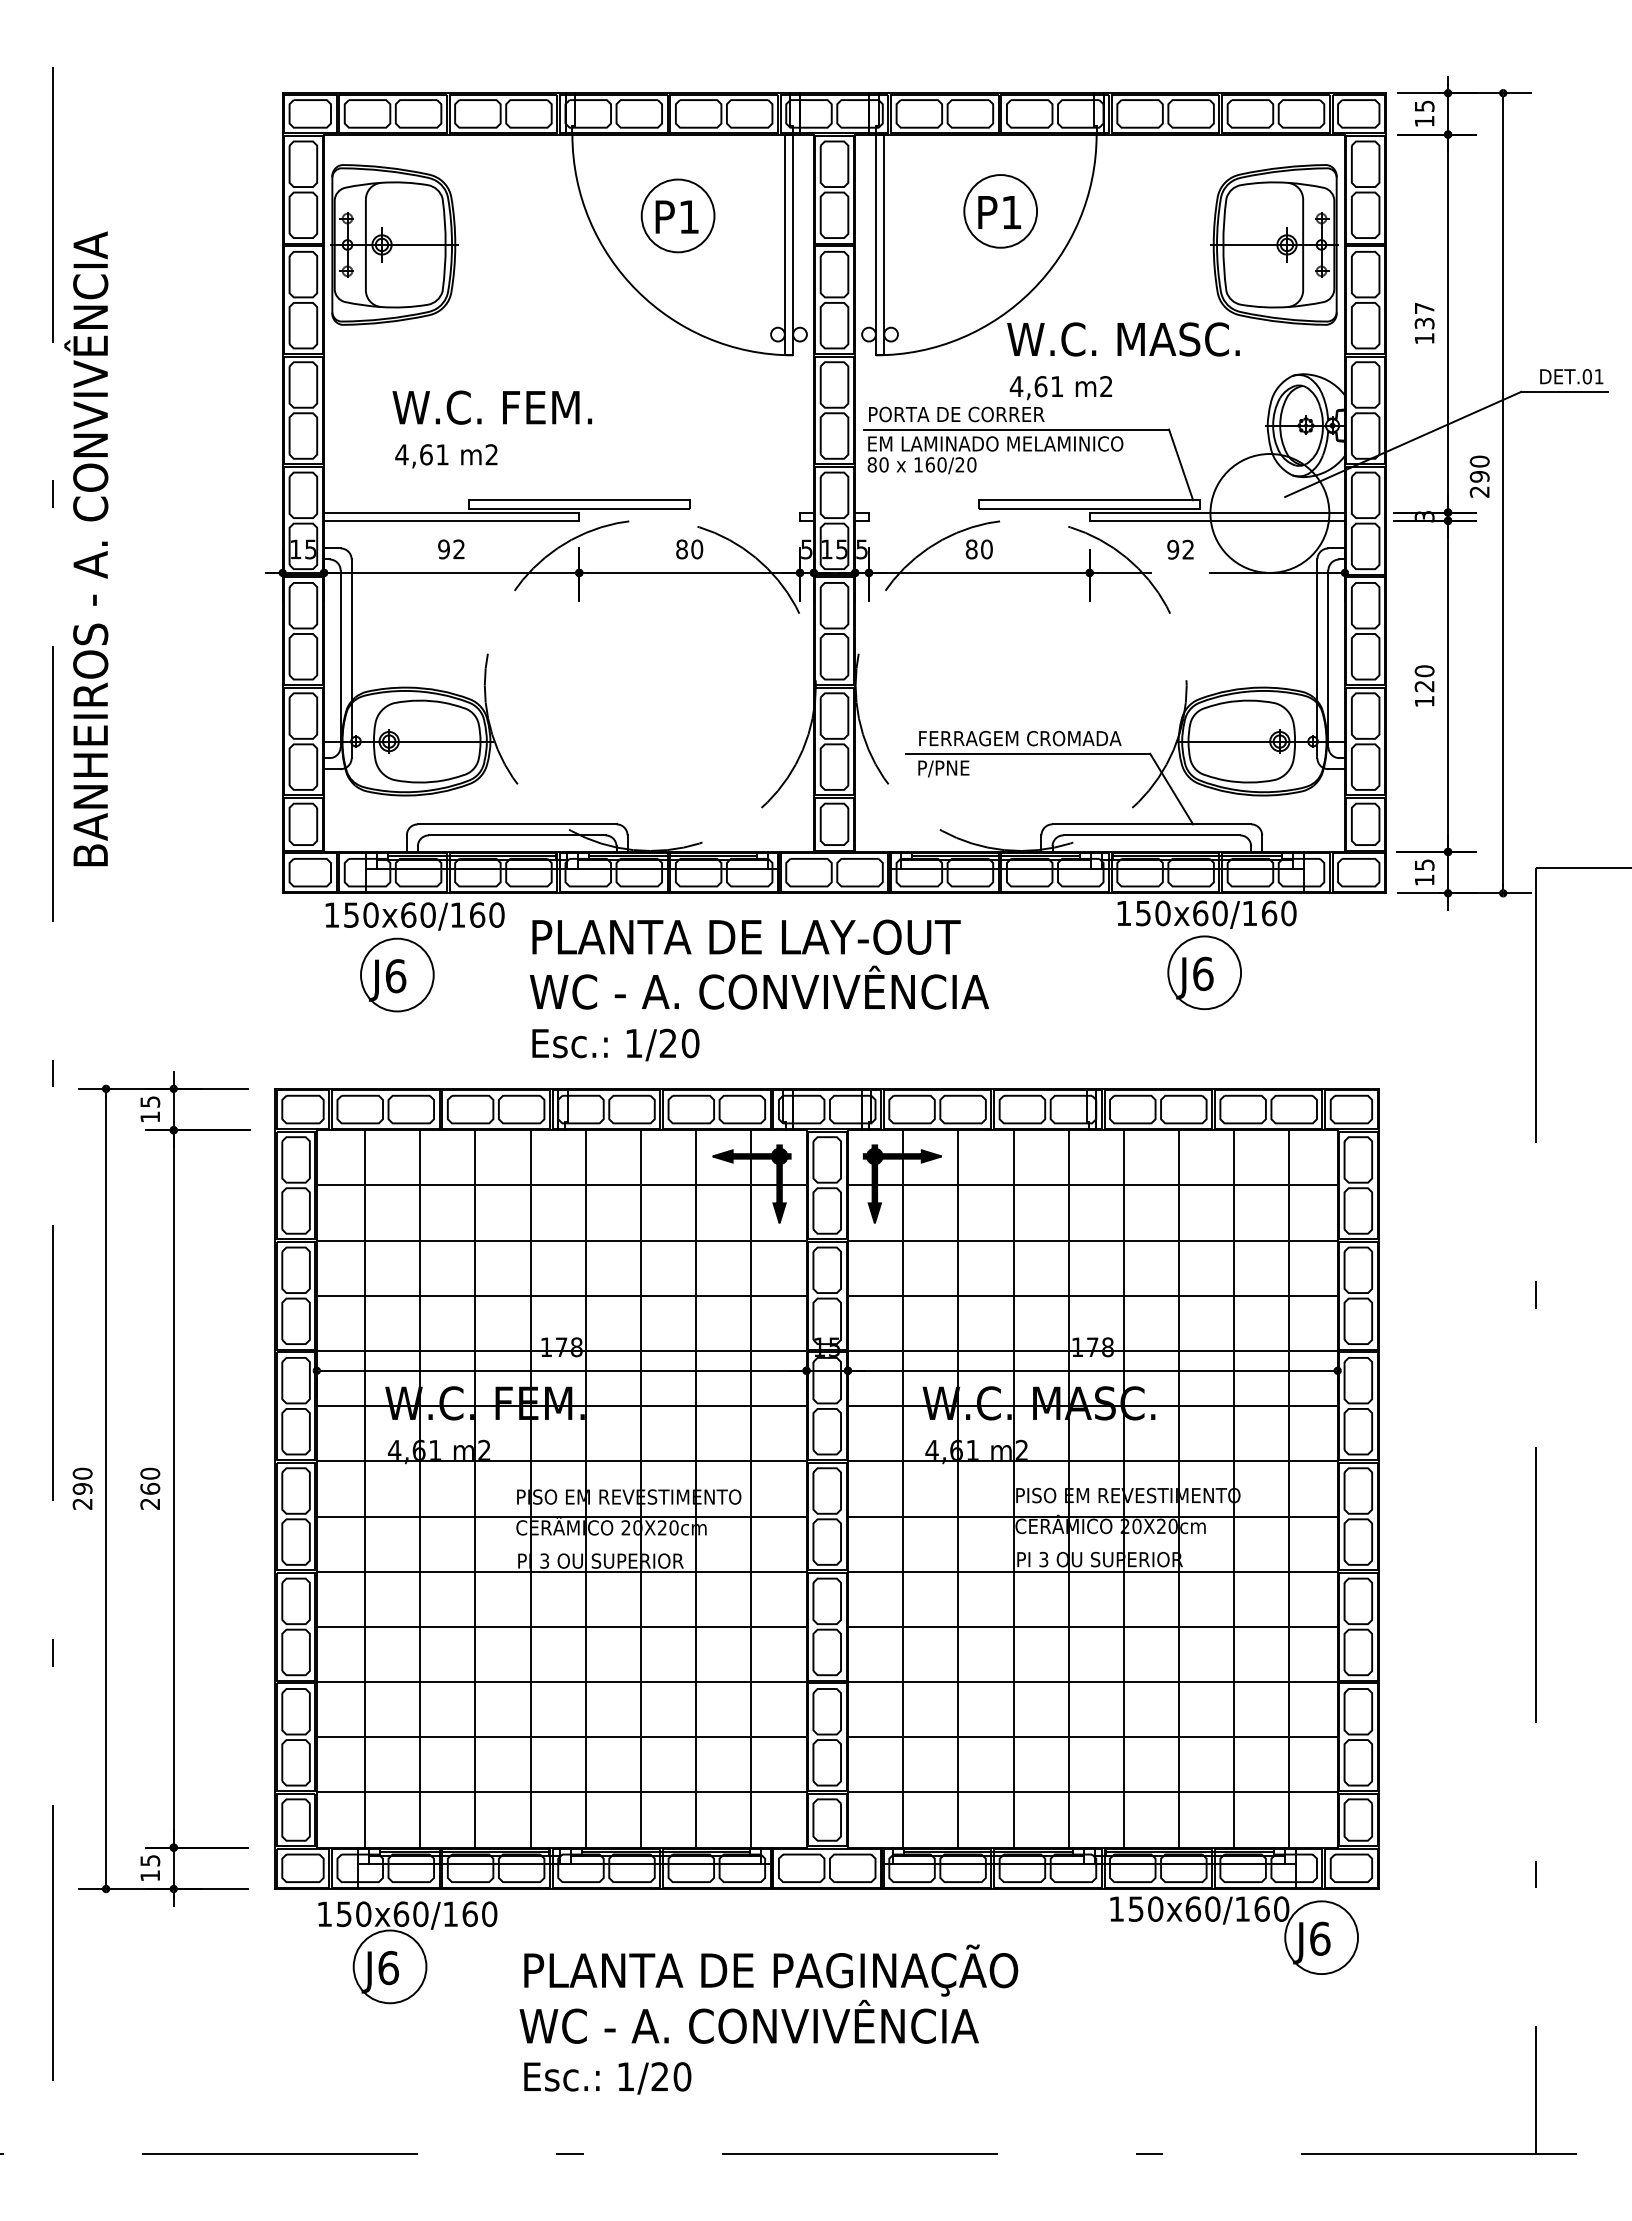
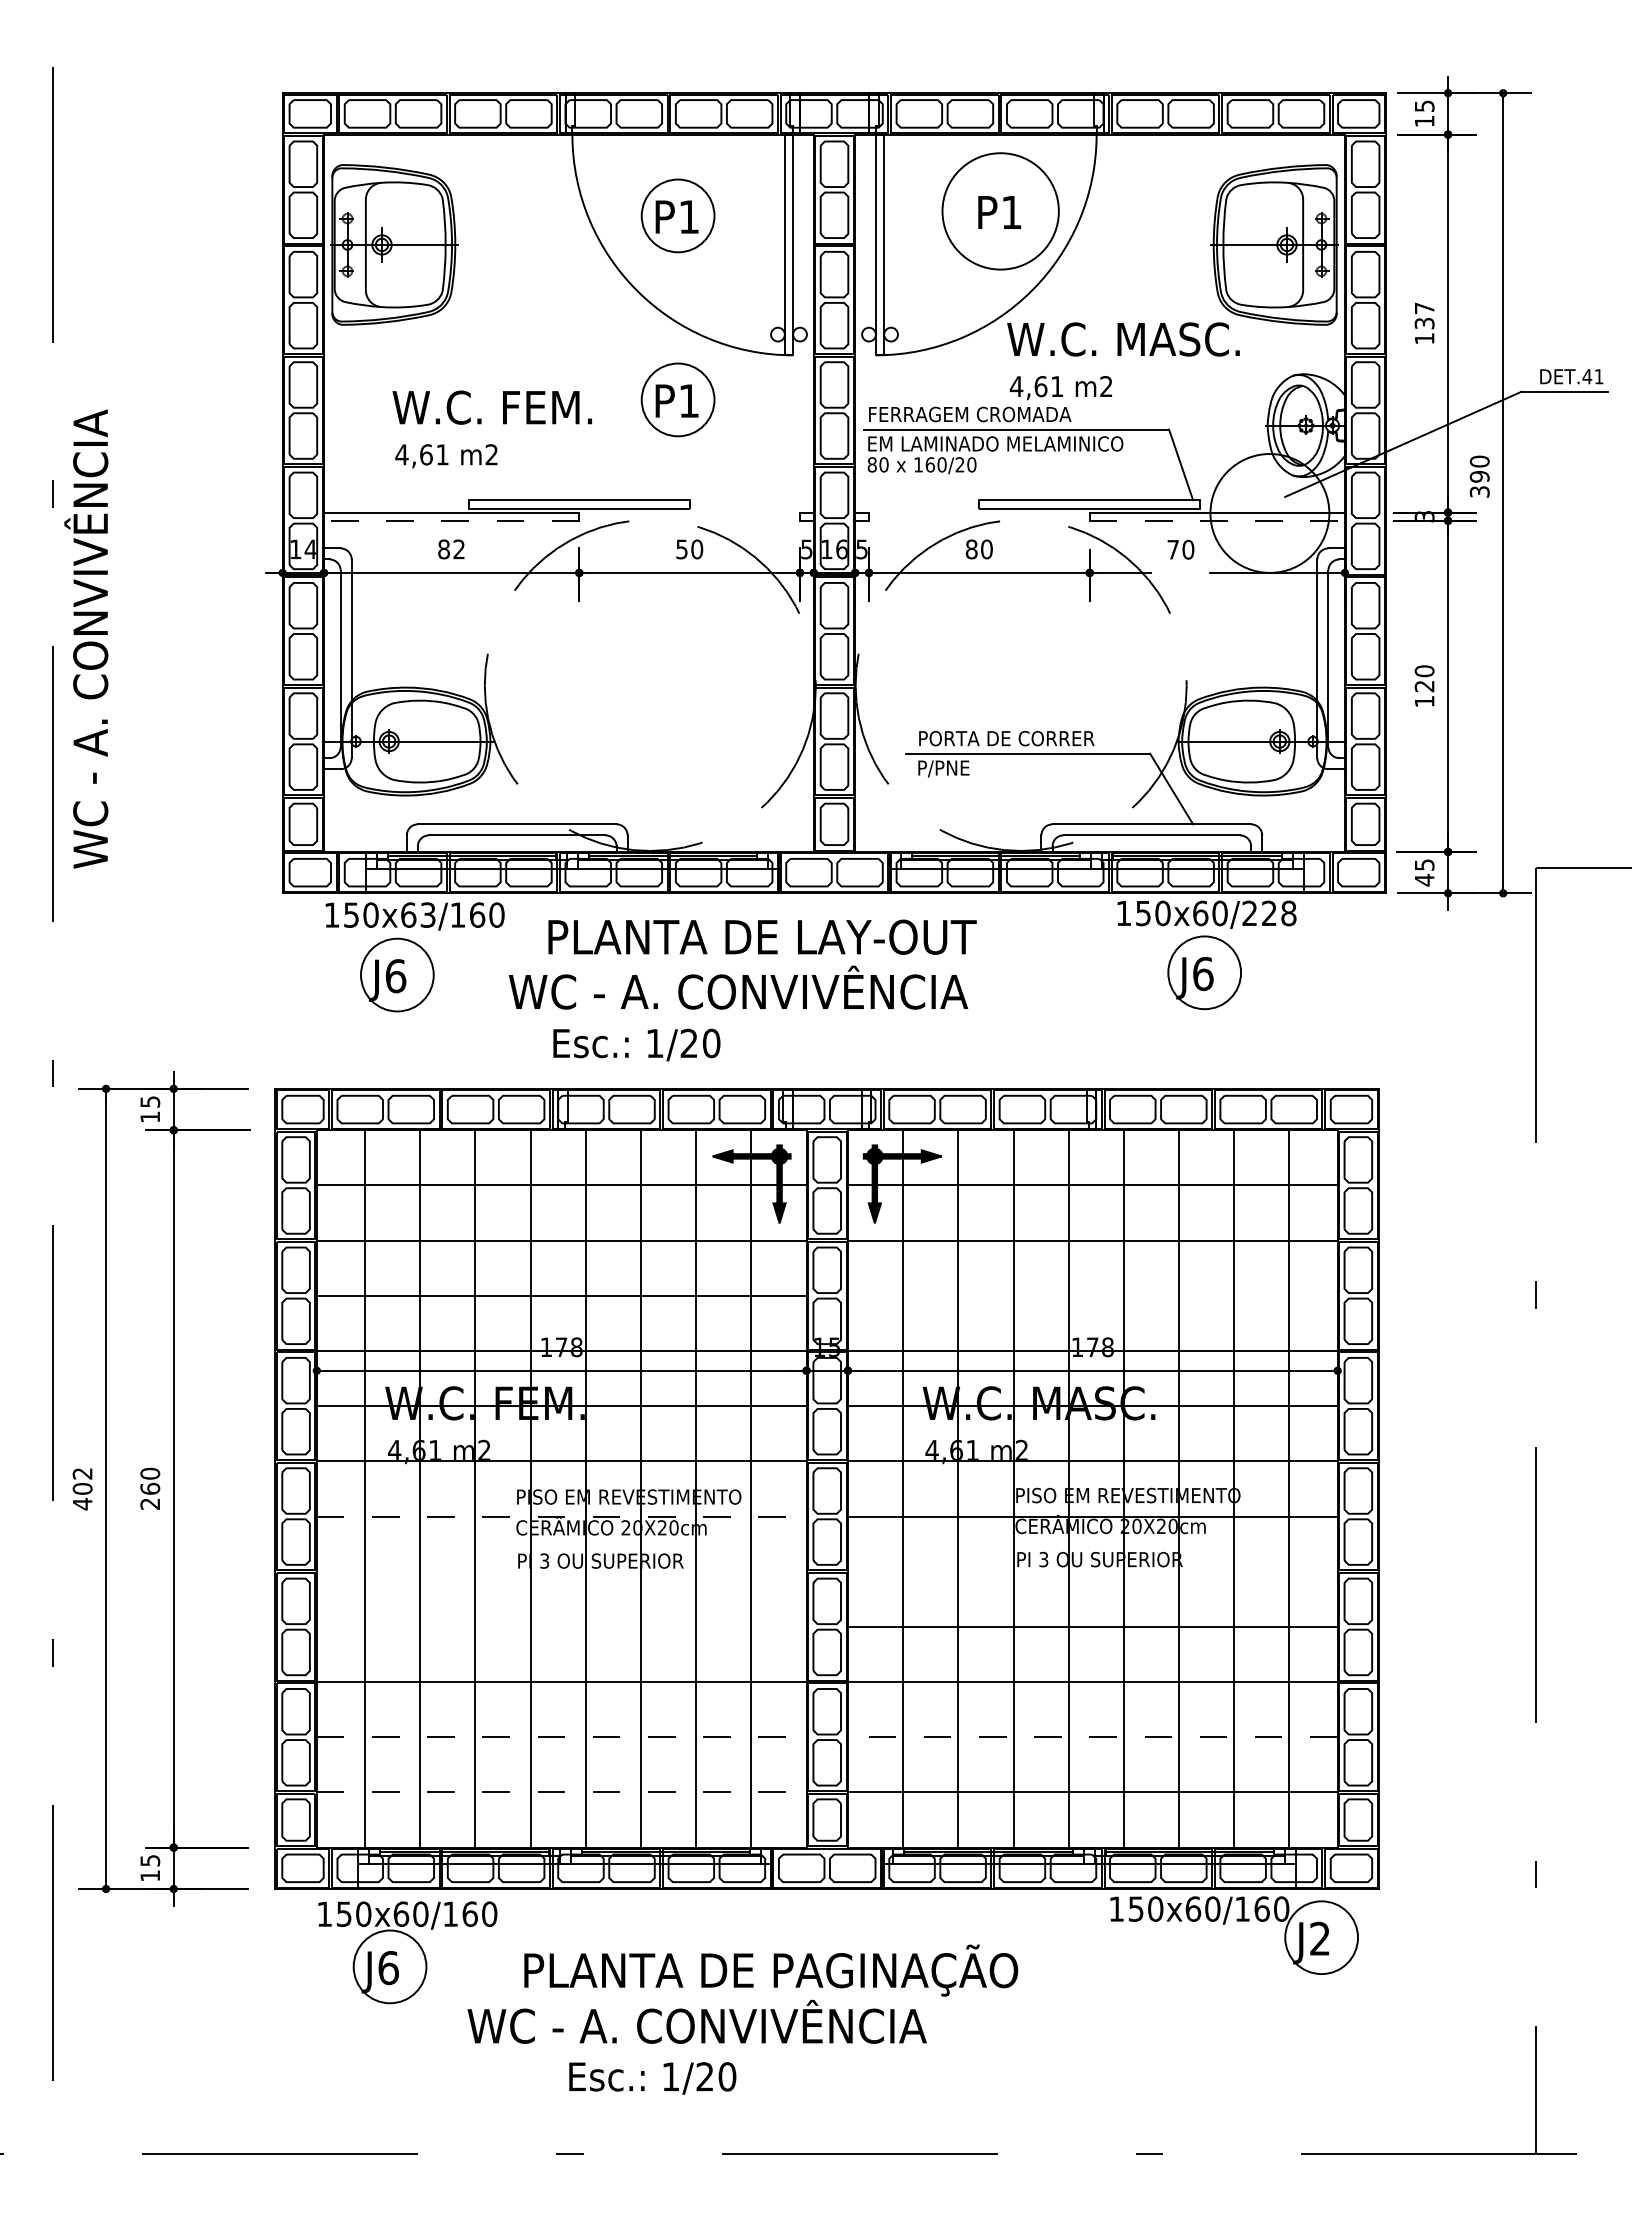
circle at (1000, 211) diameter: 73 px -> 116 px
text at (1587, 376): DET.01 -> DET.41
part at (677, 399): none -> present
text at (970, 414): PORTA DE CORRER -> FERRAGEM CROMADA
text at (1479, 491): 290 -> 390
line at (451, 520): solid -> dashed
line at (1217, 520): solid -> dashed
text at (86, 549): BANHEIROS - A. CONVIVÊNCIA -> WC - A. CONVIVÊNCIA
text at (310, 549): 15 -> 14
text at (443, 549): 92 -> 82
text at (681, 549): 80 -> 50
text at (841, 549): 15 -> 16
text at (1180, 549): 92 -> 70
text at (1021, 738): FERRAGEM CROMADA -> PORTA DE CORRER
text at (1424, 880): 15 -> 45
text at (1269, 913): 150x60/160 -> 150x60/228
text at (427, 914): 150x60/160 -> 150x63/160
text at (746, 936) position: (746, 936) -> (762, 936)
text at (759, 987) position: (759, 987) -> (738, 987)
text at (615, 1044) position: (615, 1044) -> (636, 1044)
line at (1092, 1295): present -> none
text at (82, 1488): 290 -> 402
line at (561, 1516): solid -> dashed
line at (561, 1571): present -> none
line at (1092, 1571): present -> none
line at (561, 1626): present -> none
line at (561, 1737): solid -> dashed
line at (1092, 1737): solid -> dashed
line at (561, 1792): solid -> dashed
text at (1320, 1938): J6 -> J2
text at (748, 2021) position: (748, 2021) -> (696, 2021)
text at (607, 2078) position: (607, 2078) -> (652, 2078)
